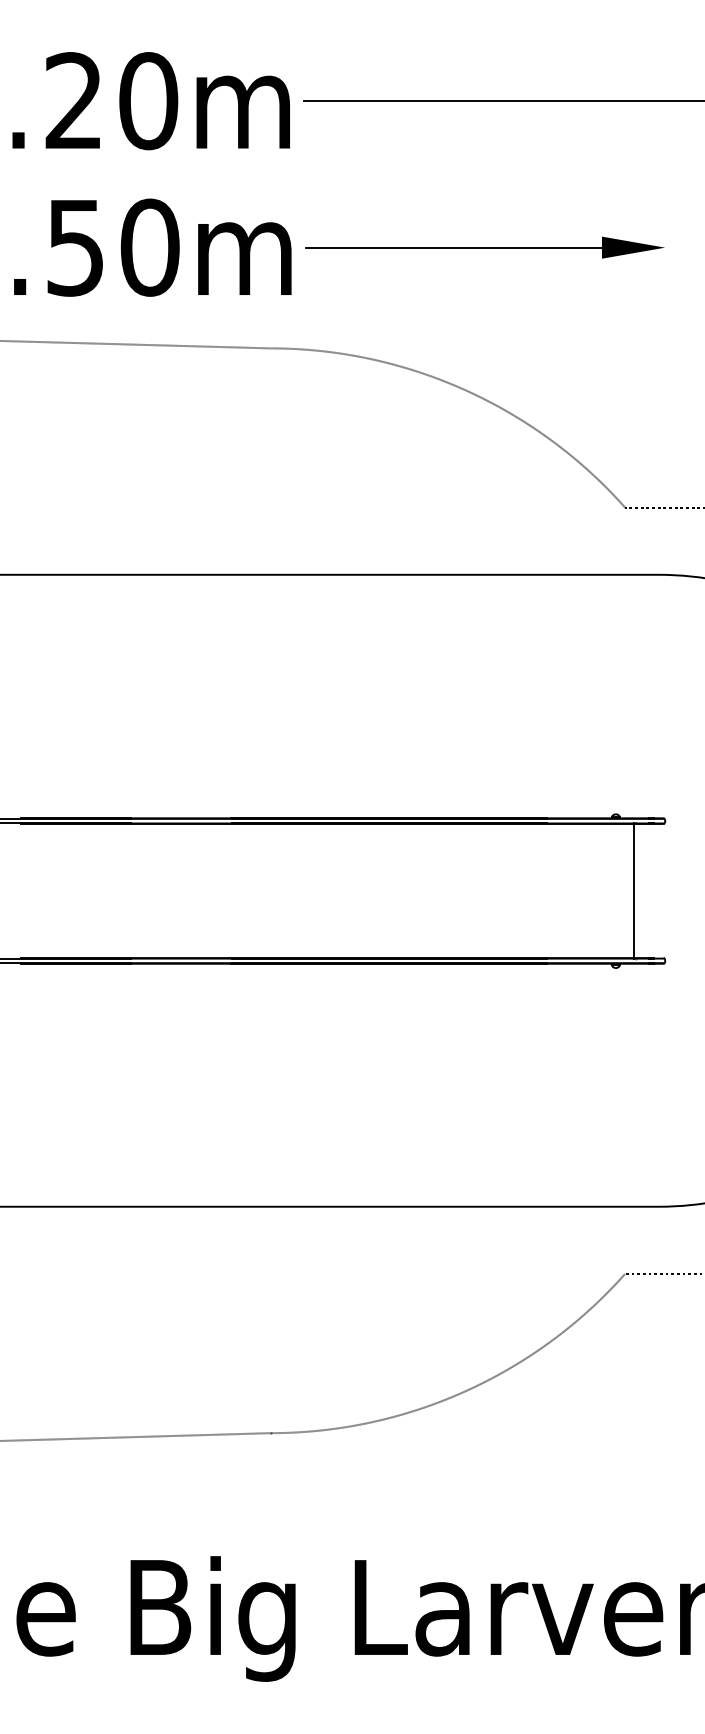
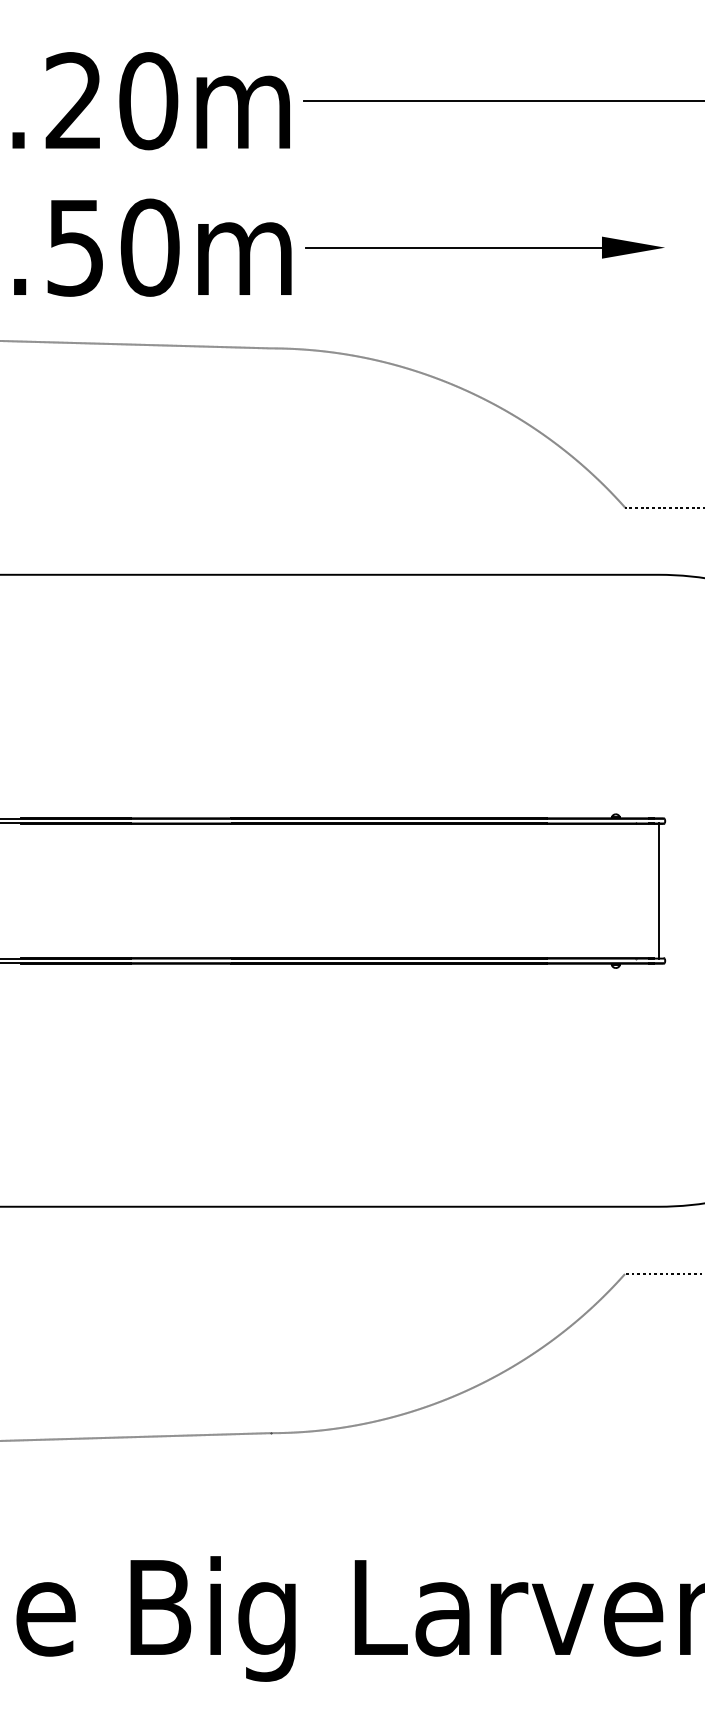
line at (633, 890) position: (633, 890) -> (658, 890)
